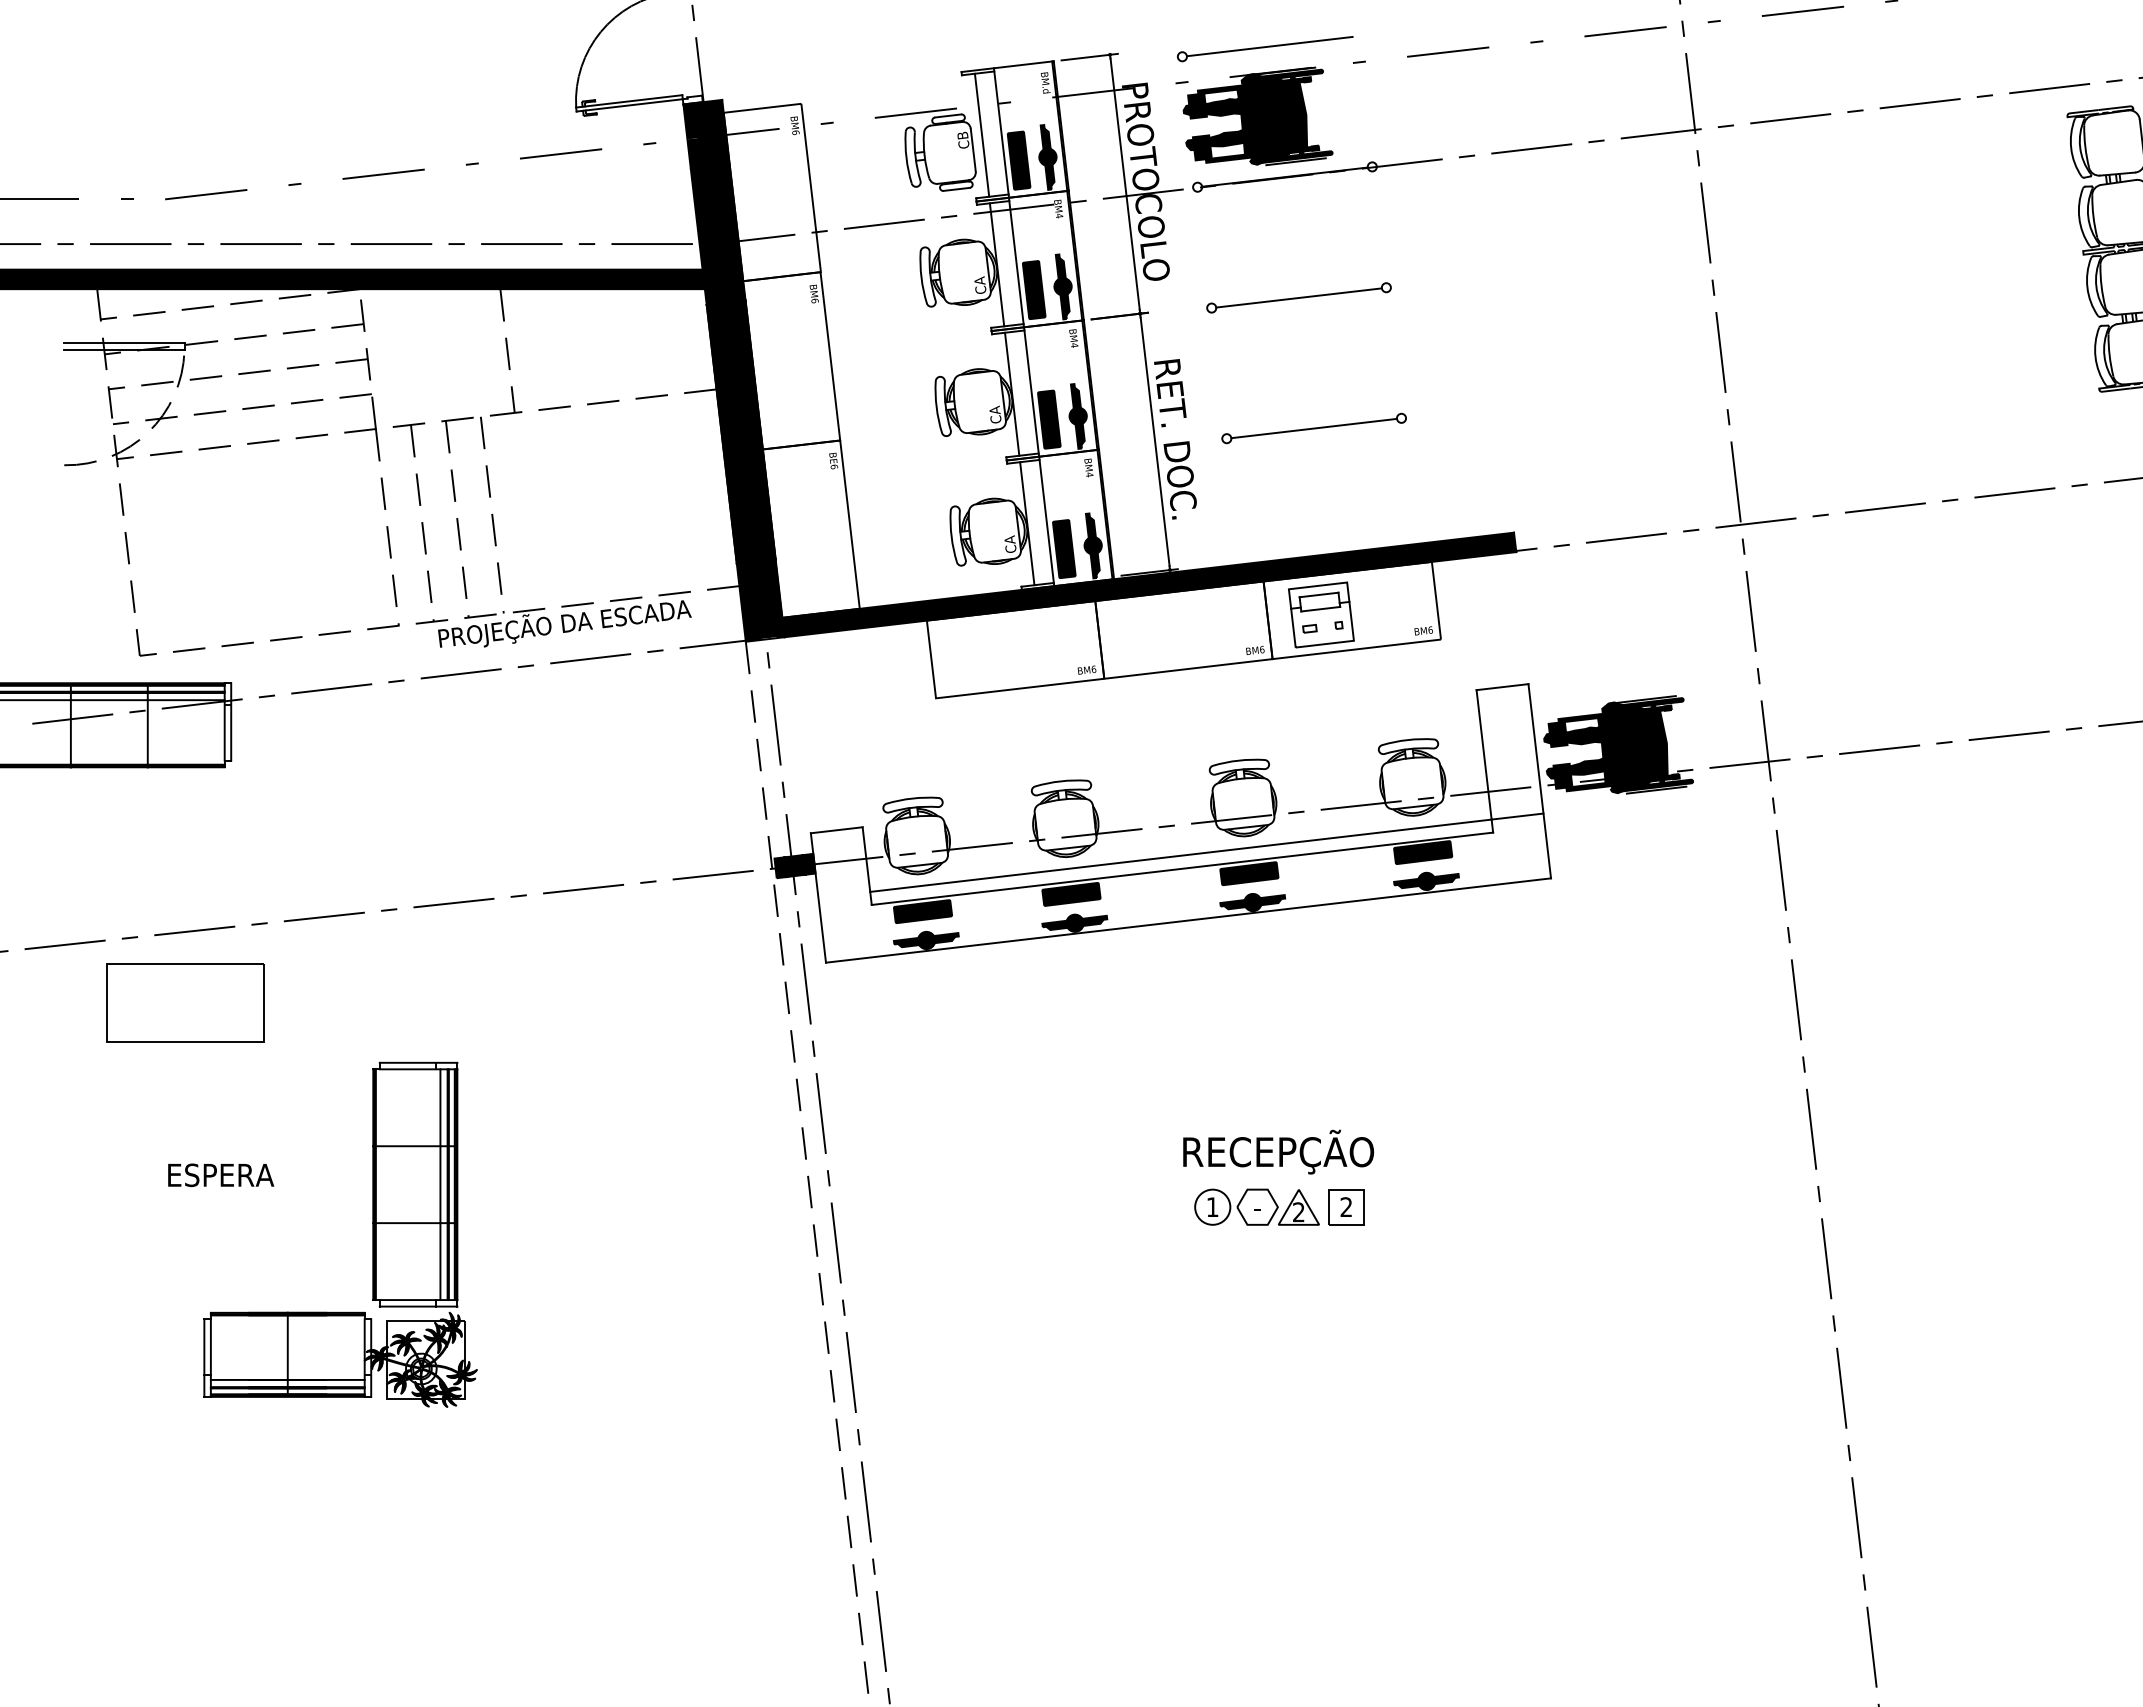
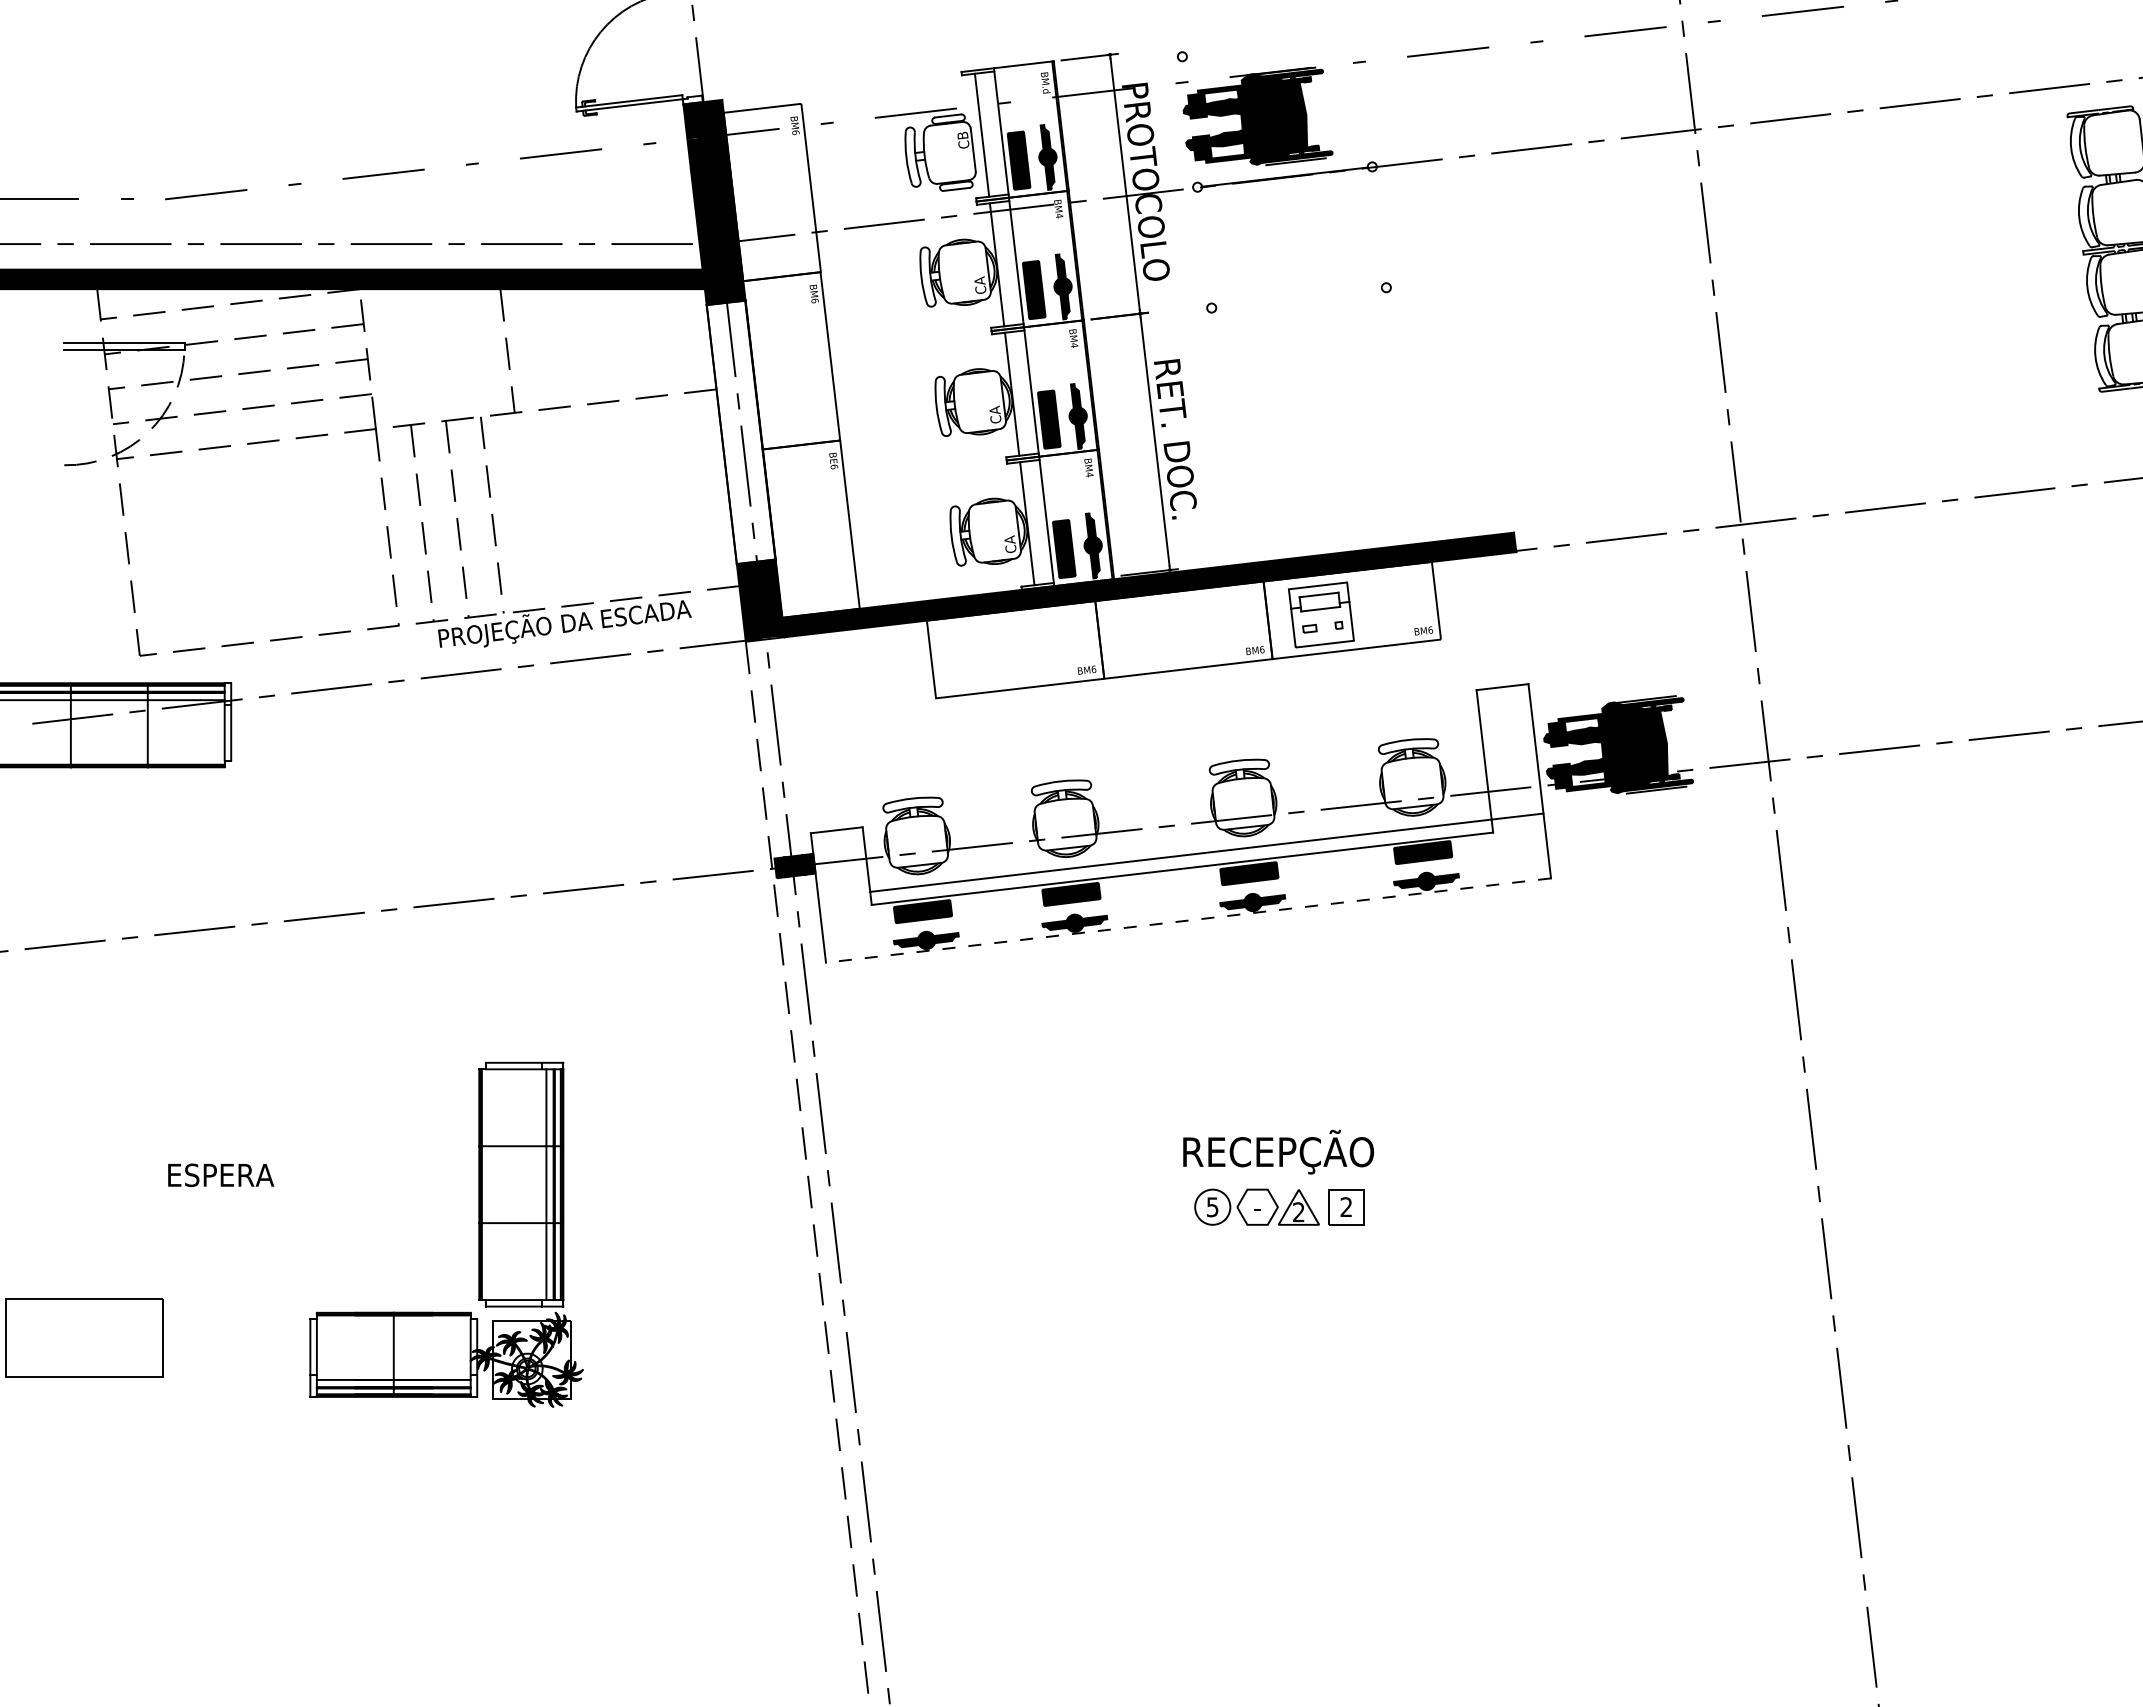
line at (1269, 46): present -> none
line at (1298, 297): present -> none
part at (1313, 428): present -> none
fill at (740, 432): present -> none
line at (1188, 920): solid -> dashed
part at (185, 1002) position: (185, 1002) -> (84, 1337)
text at (1212, 1207): 1 -> 5
part at (372, 1234) position: (372, 1234) -> (478, 1234)
